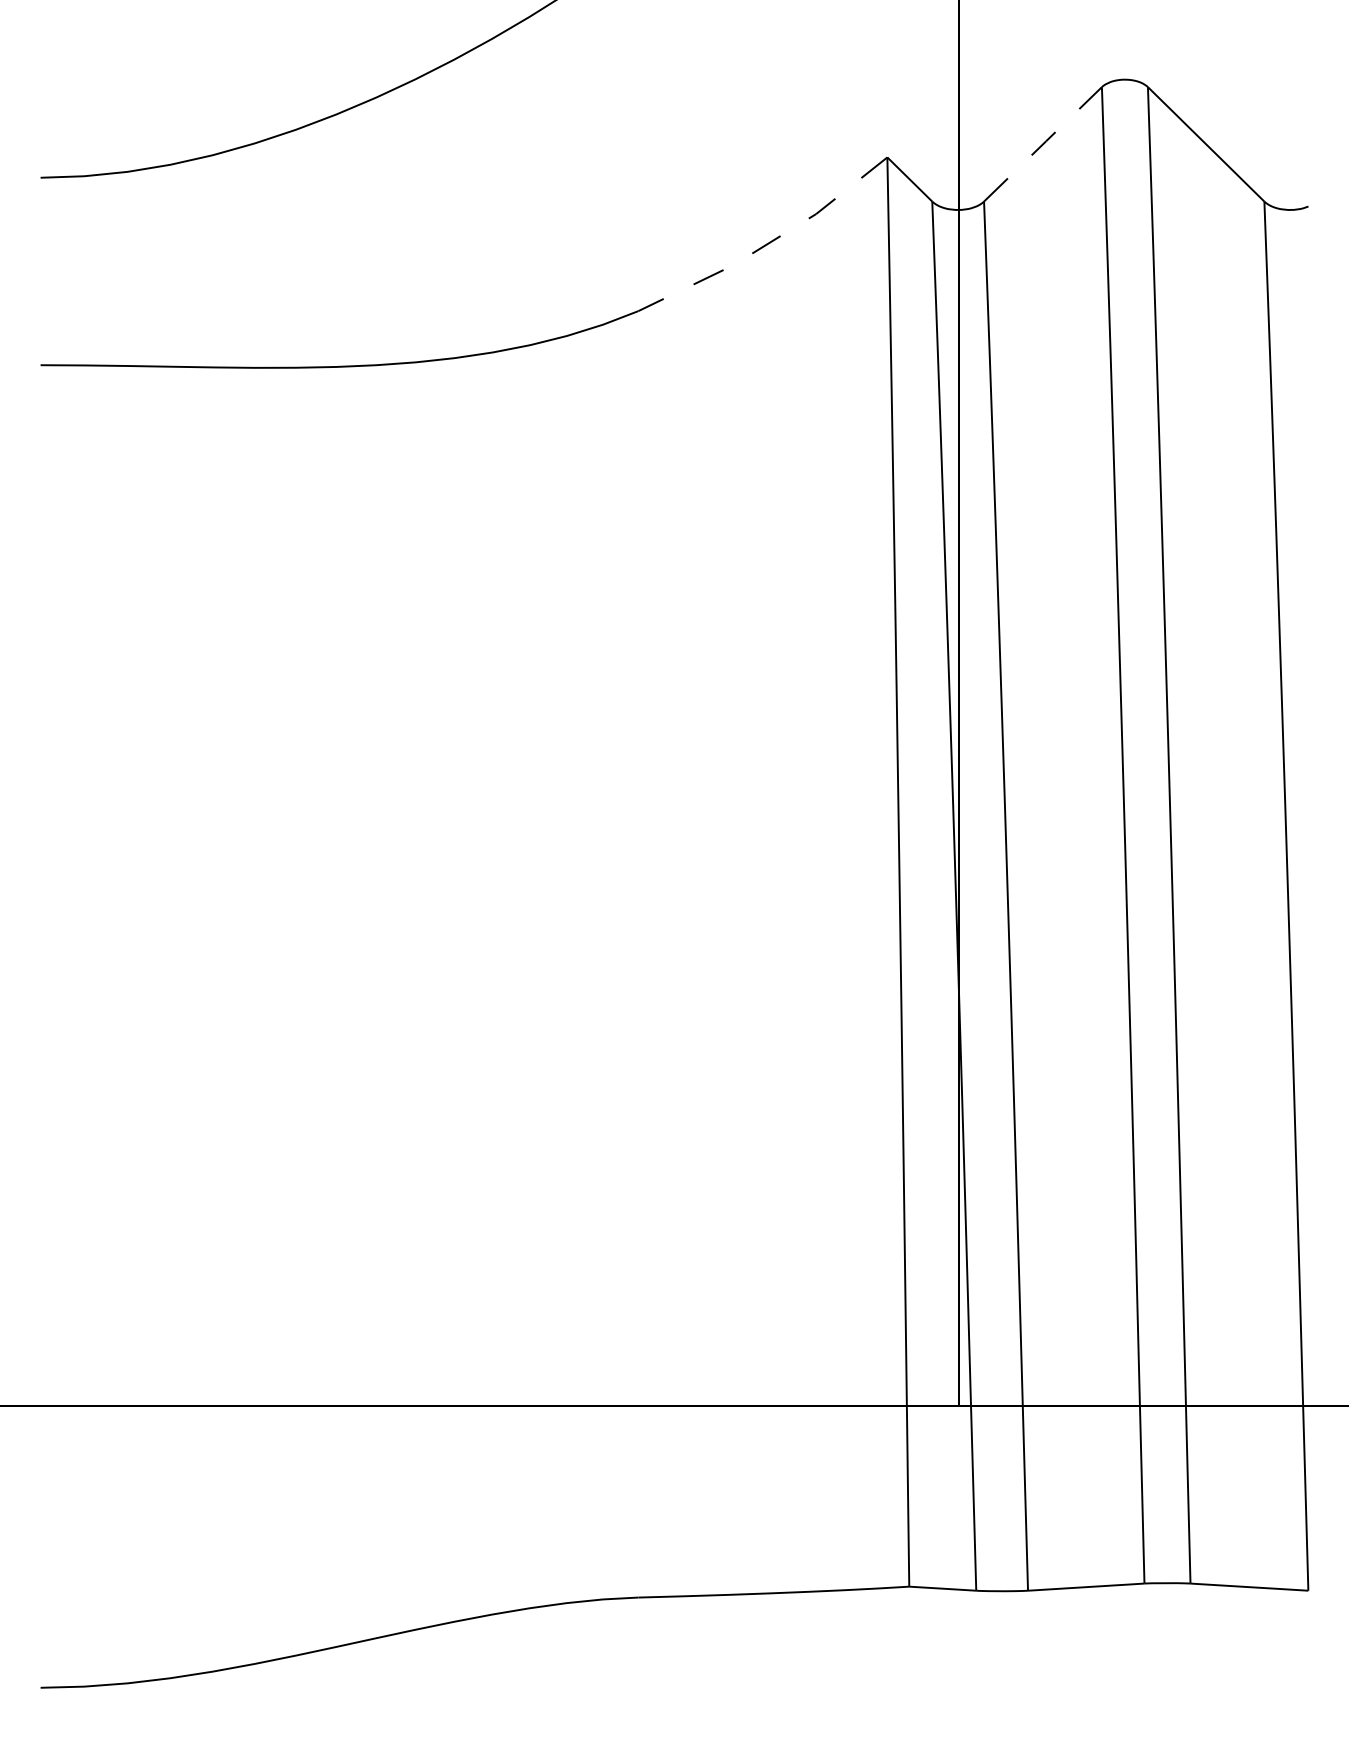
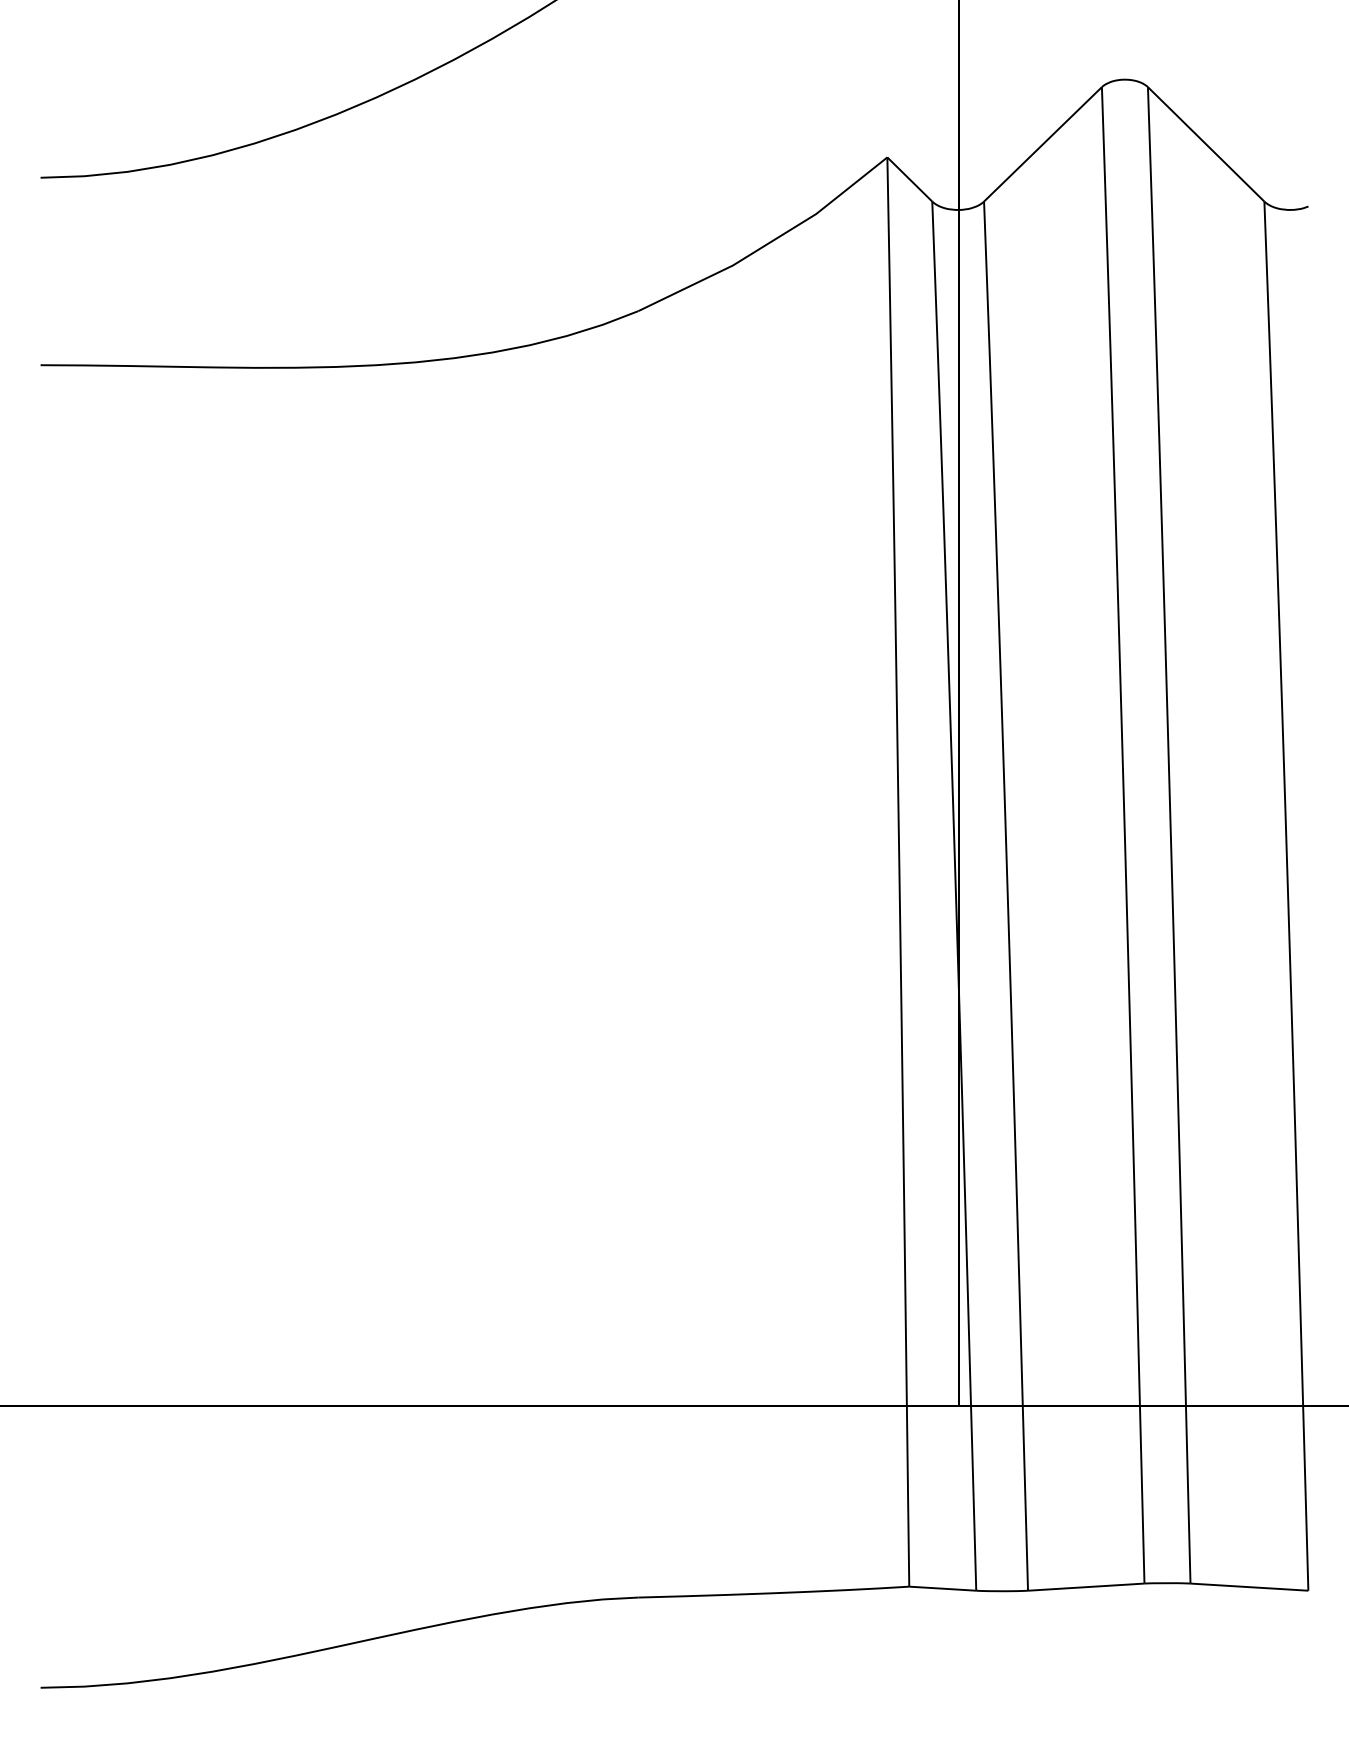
line at (1042, 144): dashed -> solid
line at (768, 243): dashed -> solid
